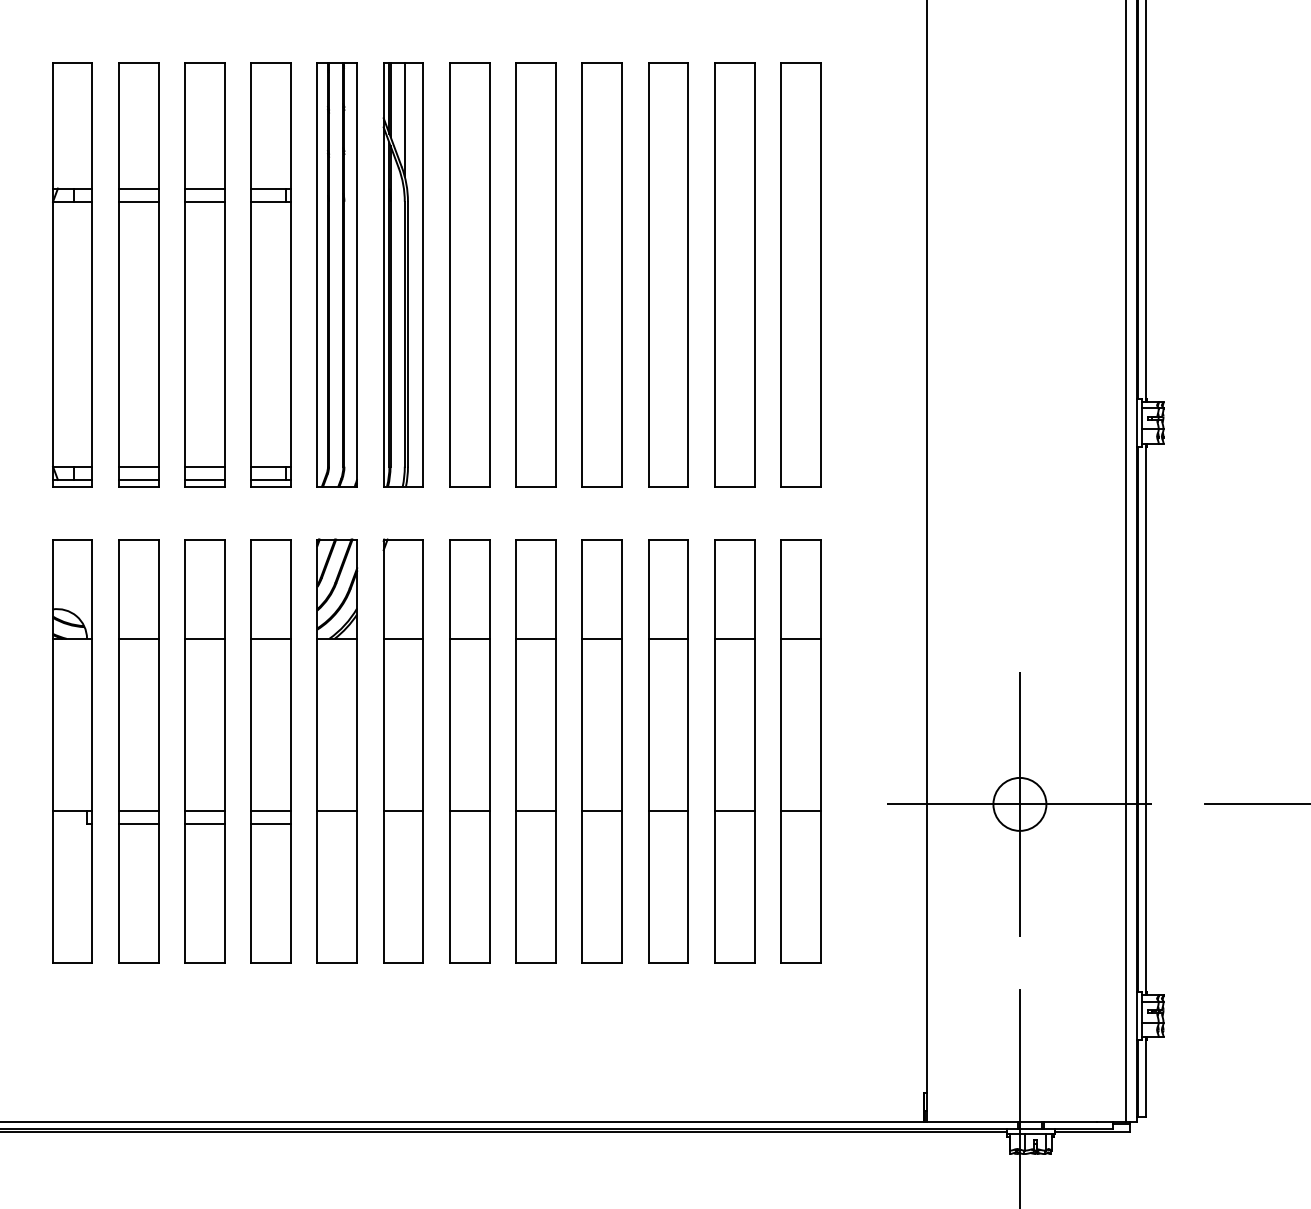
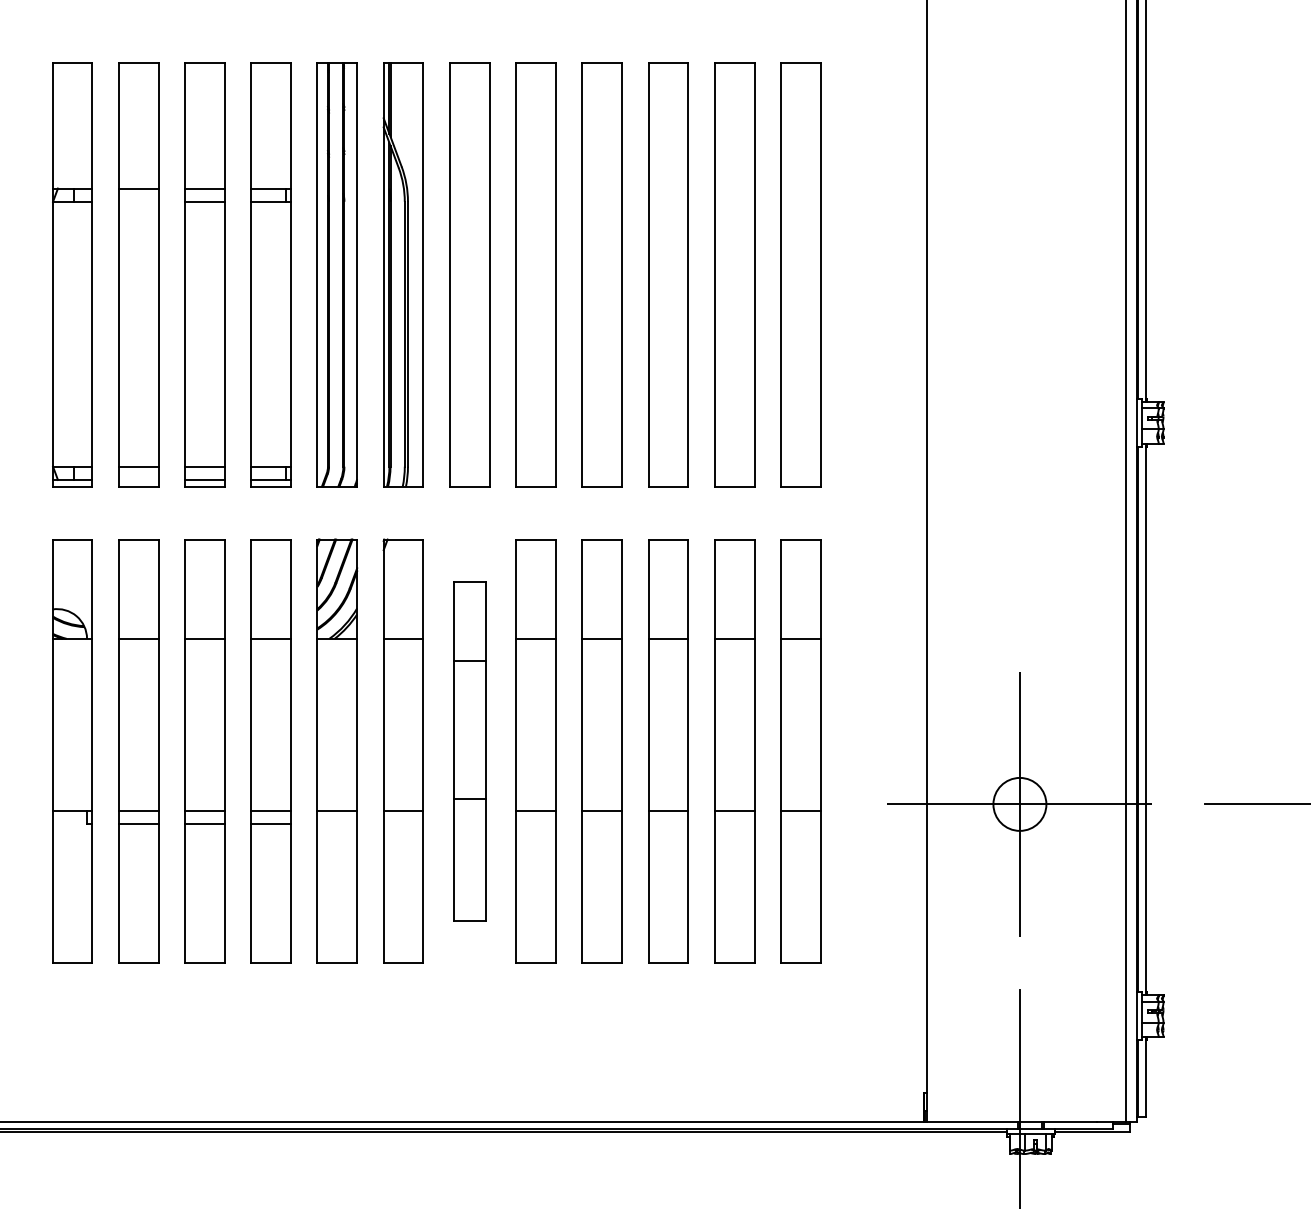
line at (404, 119): present -> none
line at (138, 201): present -> none
line at (138, 479): present -> none
part at (469, 751) size: 42x425 px -> 34x341 px
